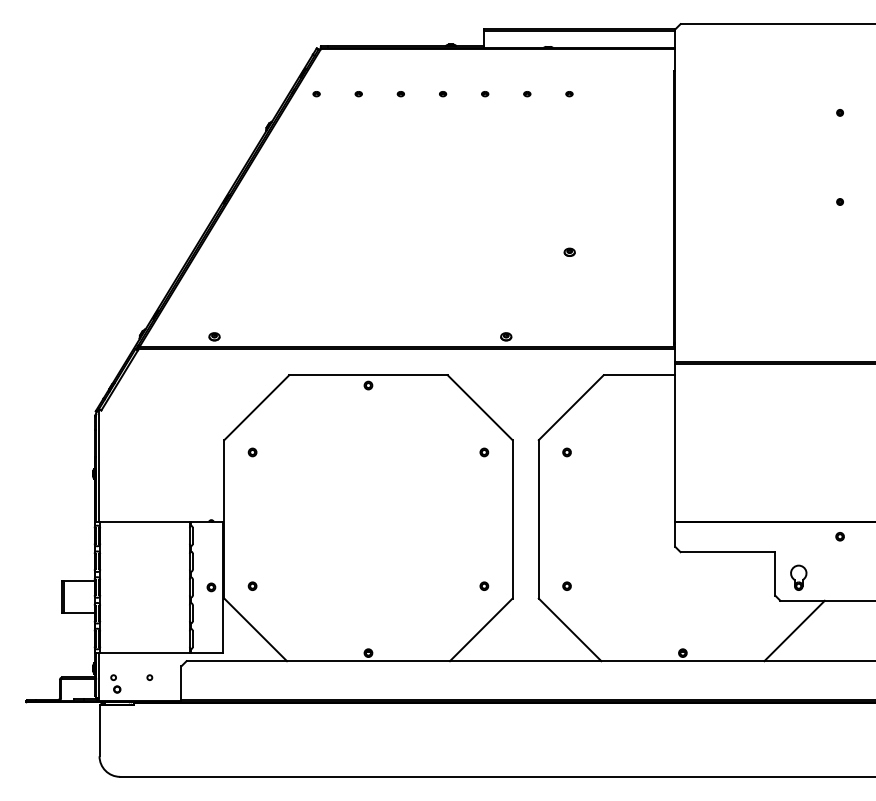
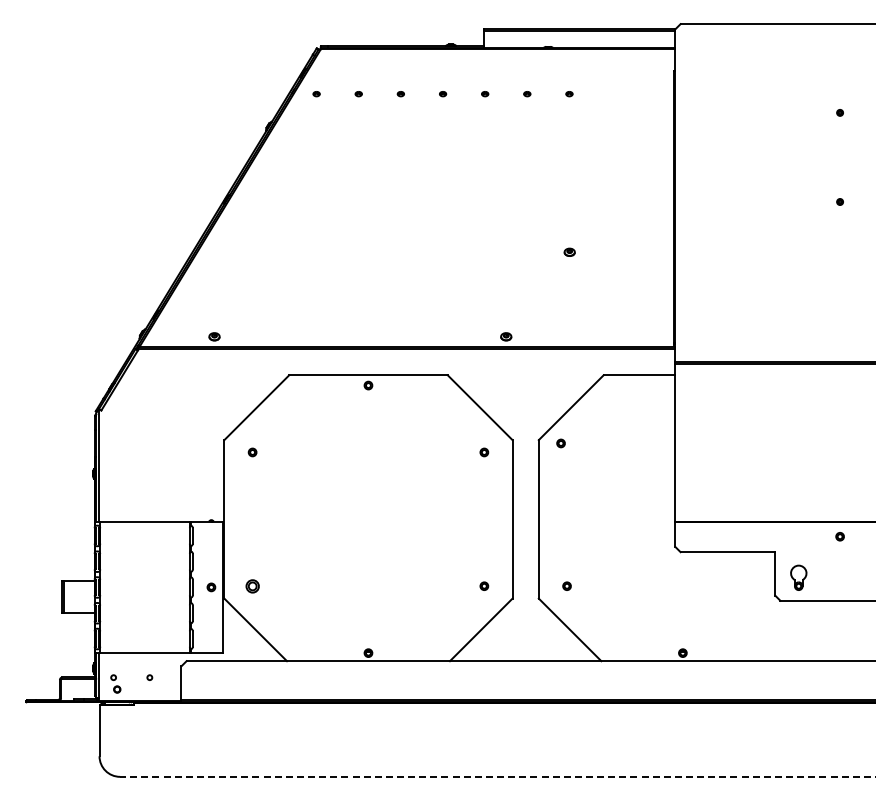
part at (566, 452) position: (566, 452) -> (560, 443)
part at (252, 585) size: 11x10 px -> 15x15 px
line at (794, 630): present -> none
line at (497, 776): solid -> dashed
